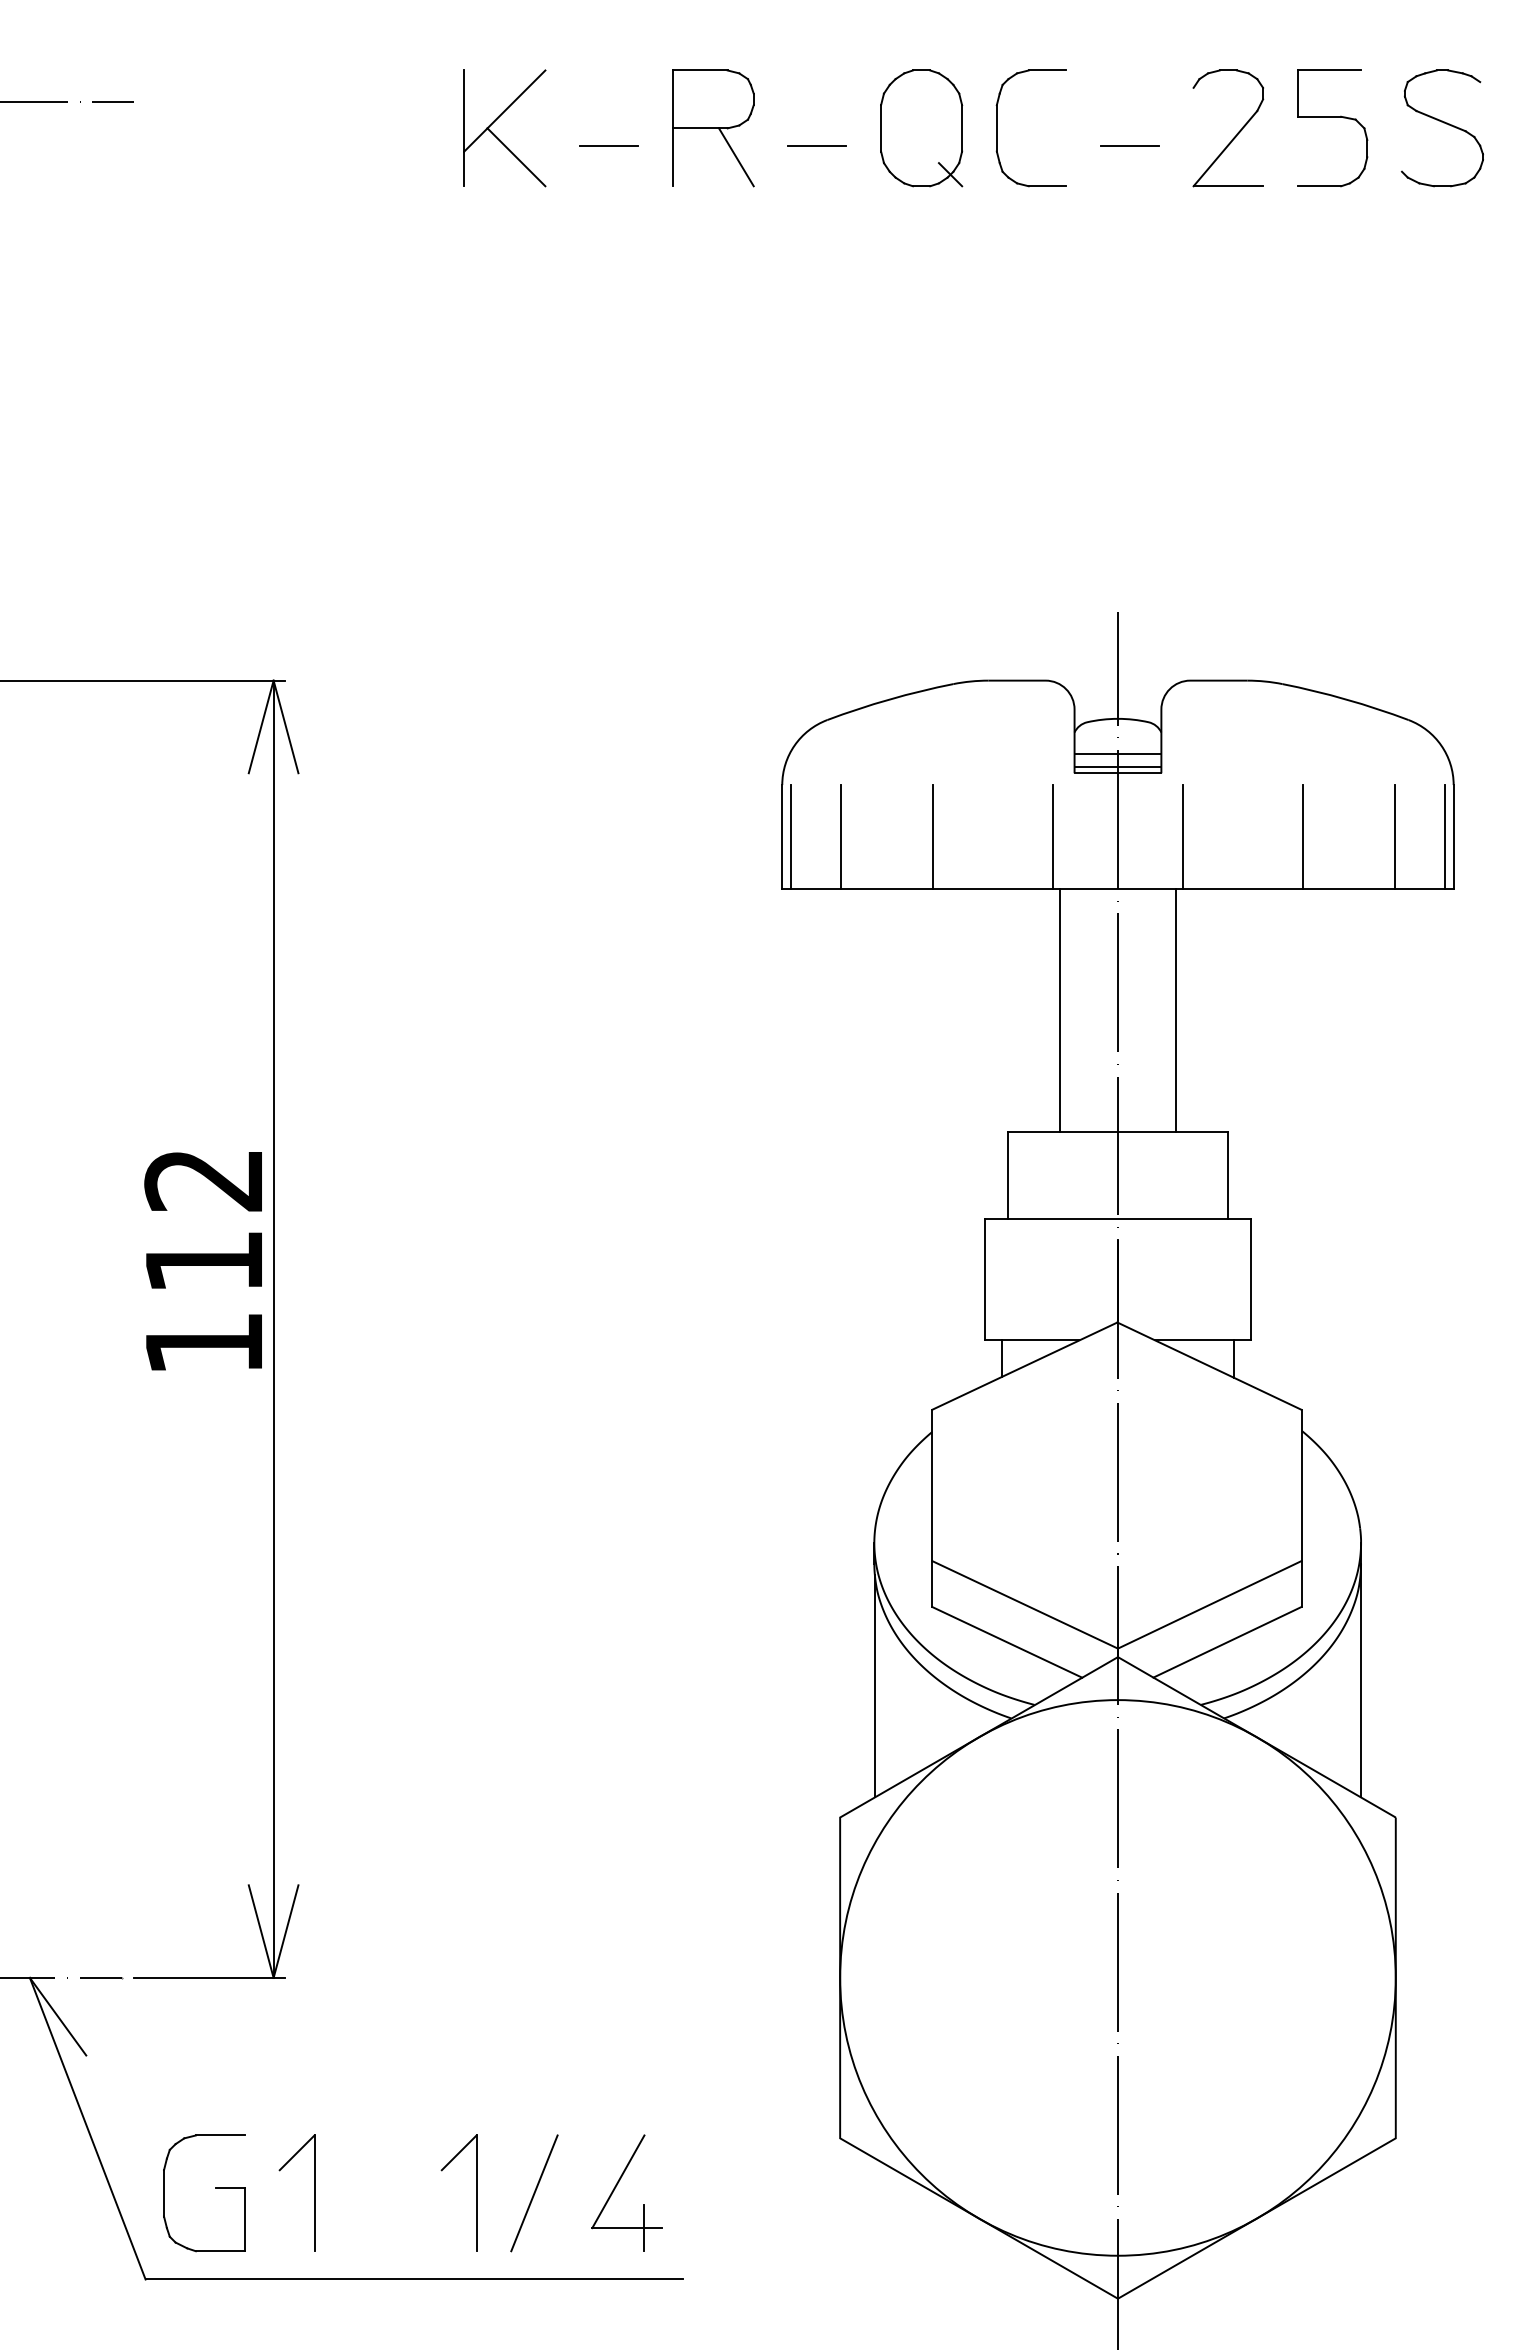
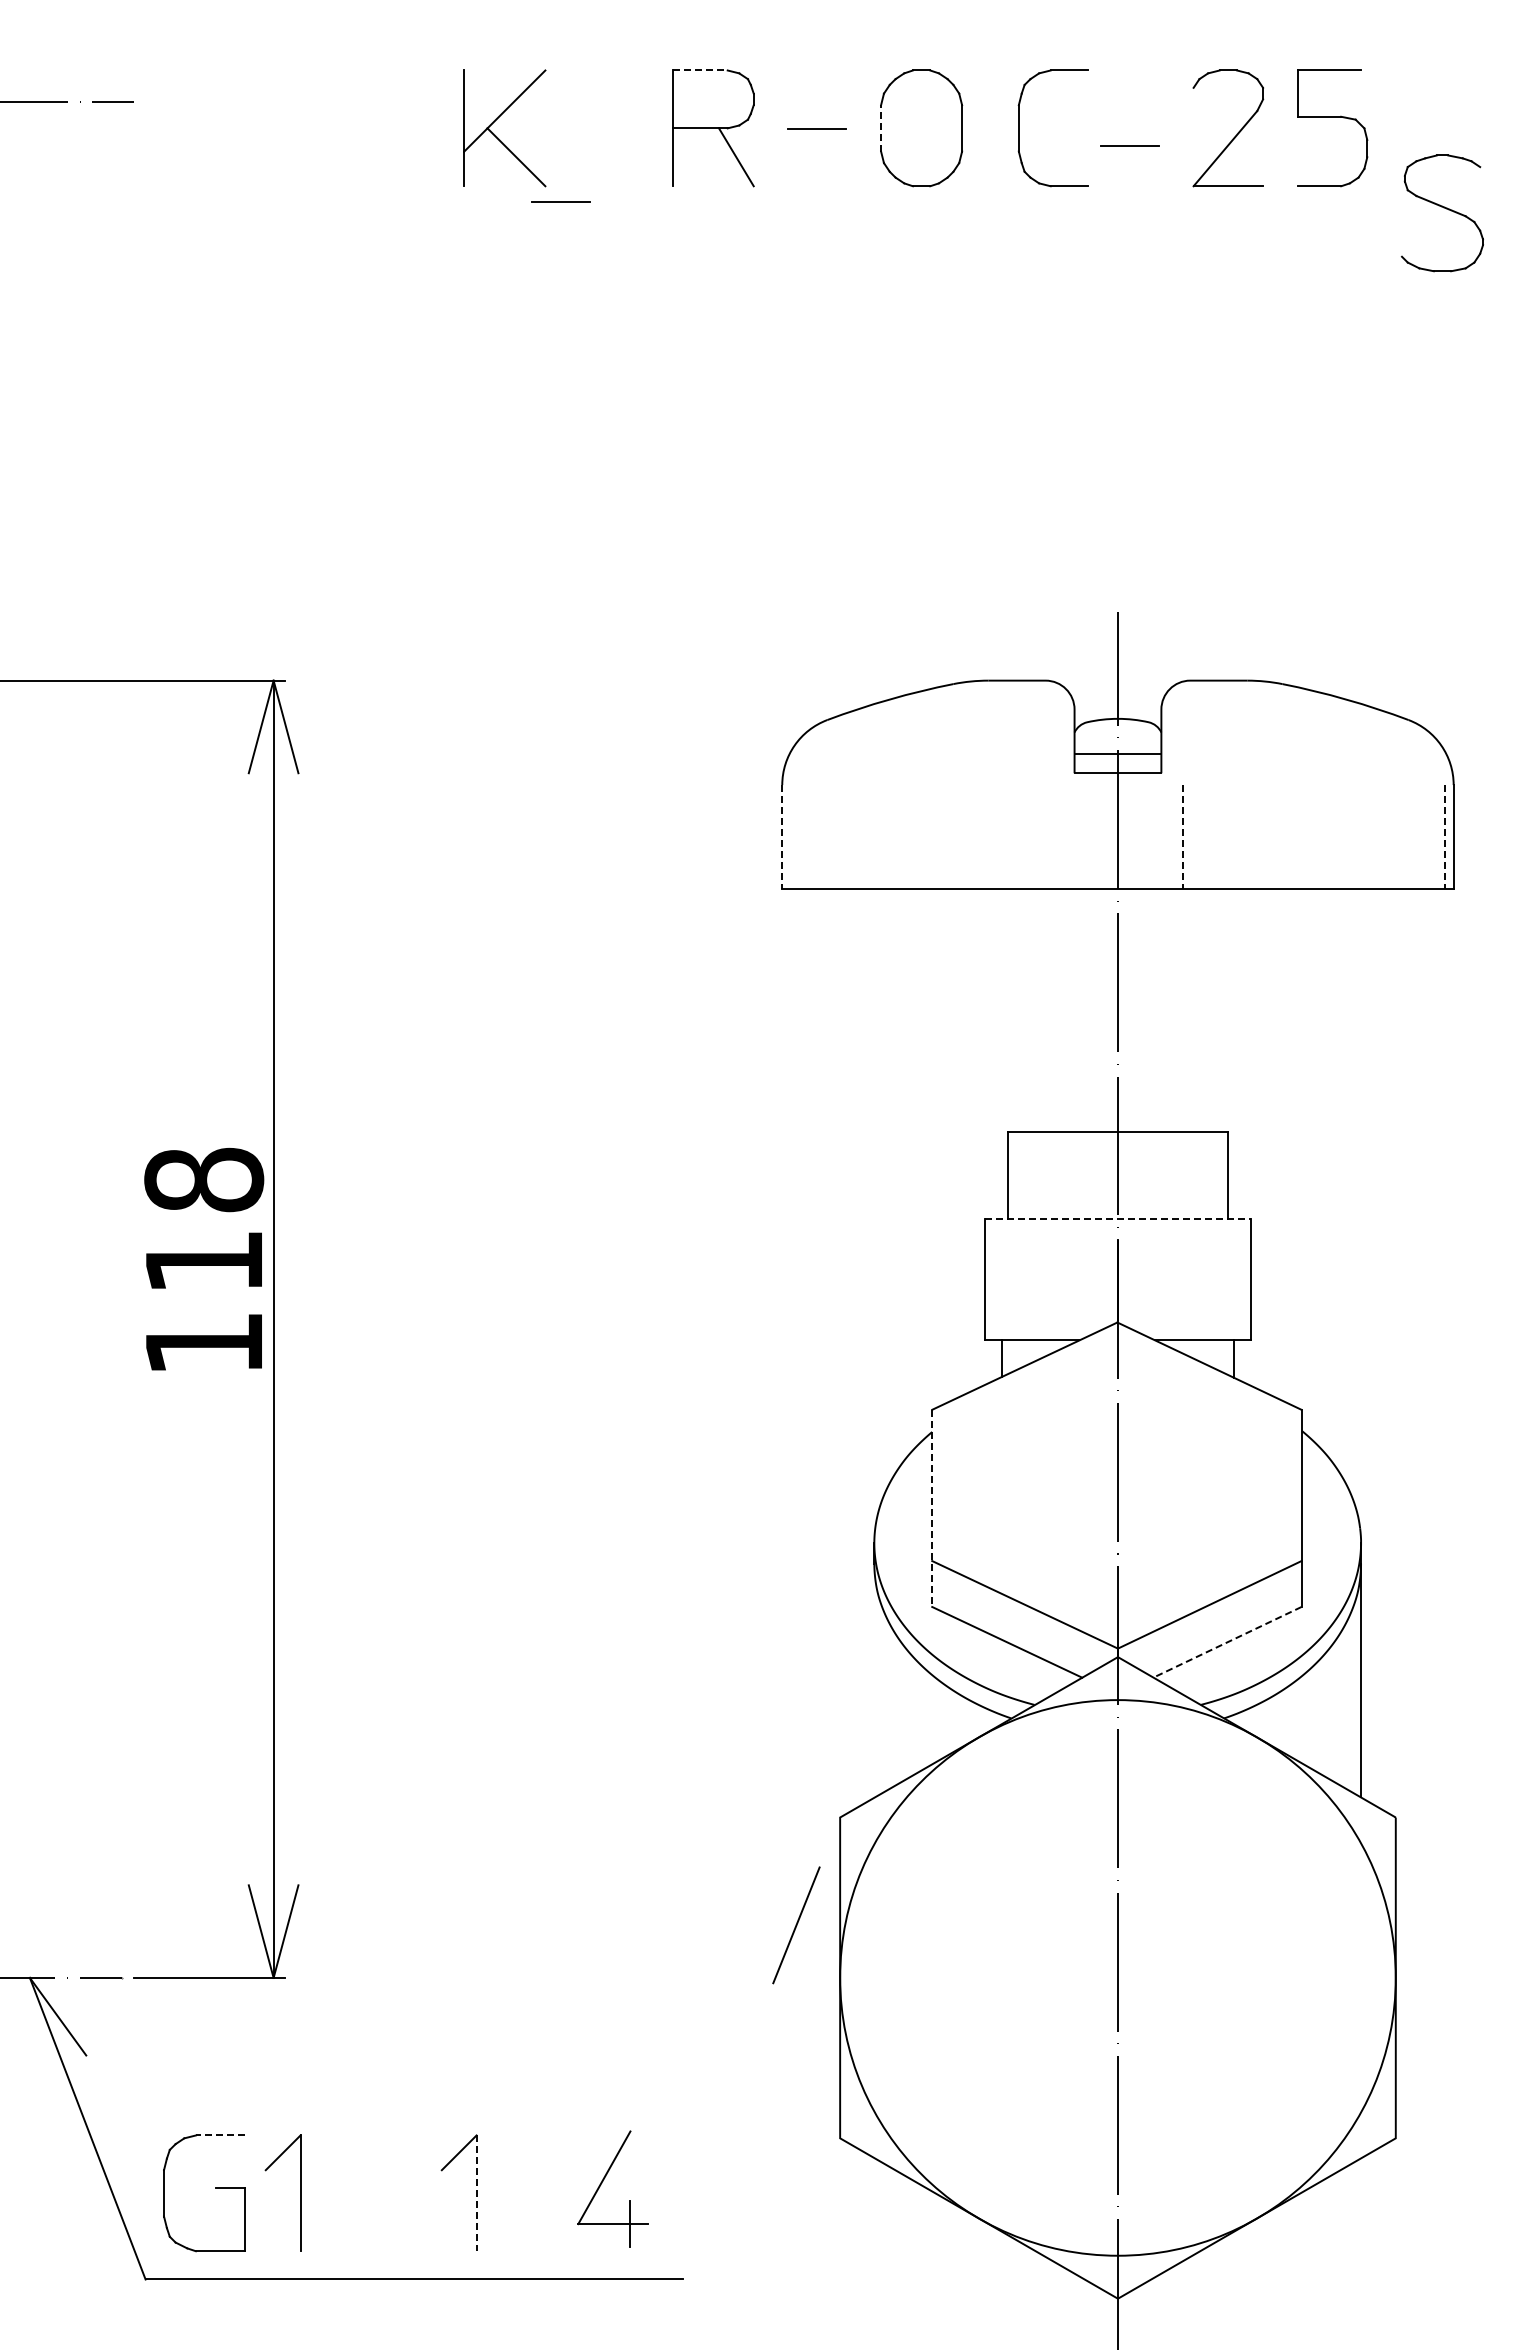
line at (700, 70): solid -> dashed
line at (881, 127): solid -> dashed
part at (997, 128) position: (997, 128) -> (1019, 128)
part at (1442, 128) position: (1442, 128) -> (1442, 213)
line at (608, 145) position: (608, 145) -> (560, 201)
line at (816, 145) position: (816, 145) -> (816, 128)
line at (950, 174): present -> none
line at (1117, 767): present -> none
line at (782, 837): solid -> dashed
line at (791, 837): present -> none
line at (840, 837): present -> none
line at (933, 837): present -> none
line at (1052, 837): present -> none
line at (1183, 837): solid -> dashed
line at (1302, 837): present -> none
line at (1395, 837): present -> none
line at (1444, 837): solid -> dashed
line at (1060, 1010): present -> none
line at (1175, 1010): present -> none
text at (204, 1179): 112 -> 118
line at (1118, 1218): solid -> dashed
line at (932, 1508): solid -> dashed
line at (1227, 1642): solid -> dashed
line at (874, 1686): present -> none
line at (220, 2135): solid -> dashed
part at (616, 2187) position: (616, 2187) -> (602, 2183)
part at (314, 2192) position: (314, 2192) -> (300, 2192)
line at (476, 2193): solid -> dashed
line at (534, 2193) position: (534, 2193) -> (796, 1925)
